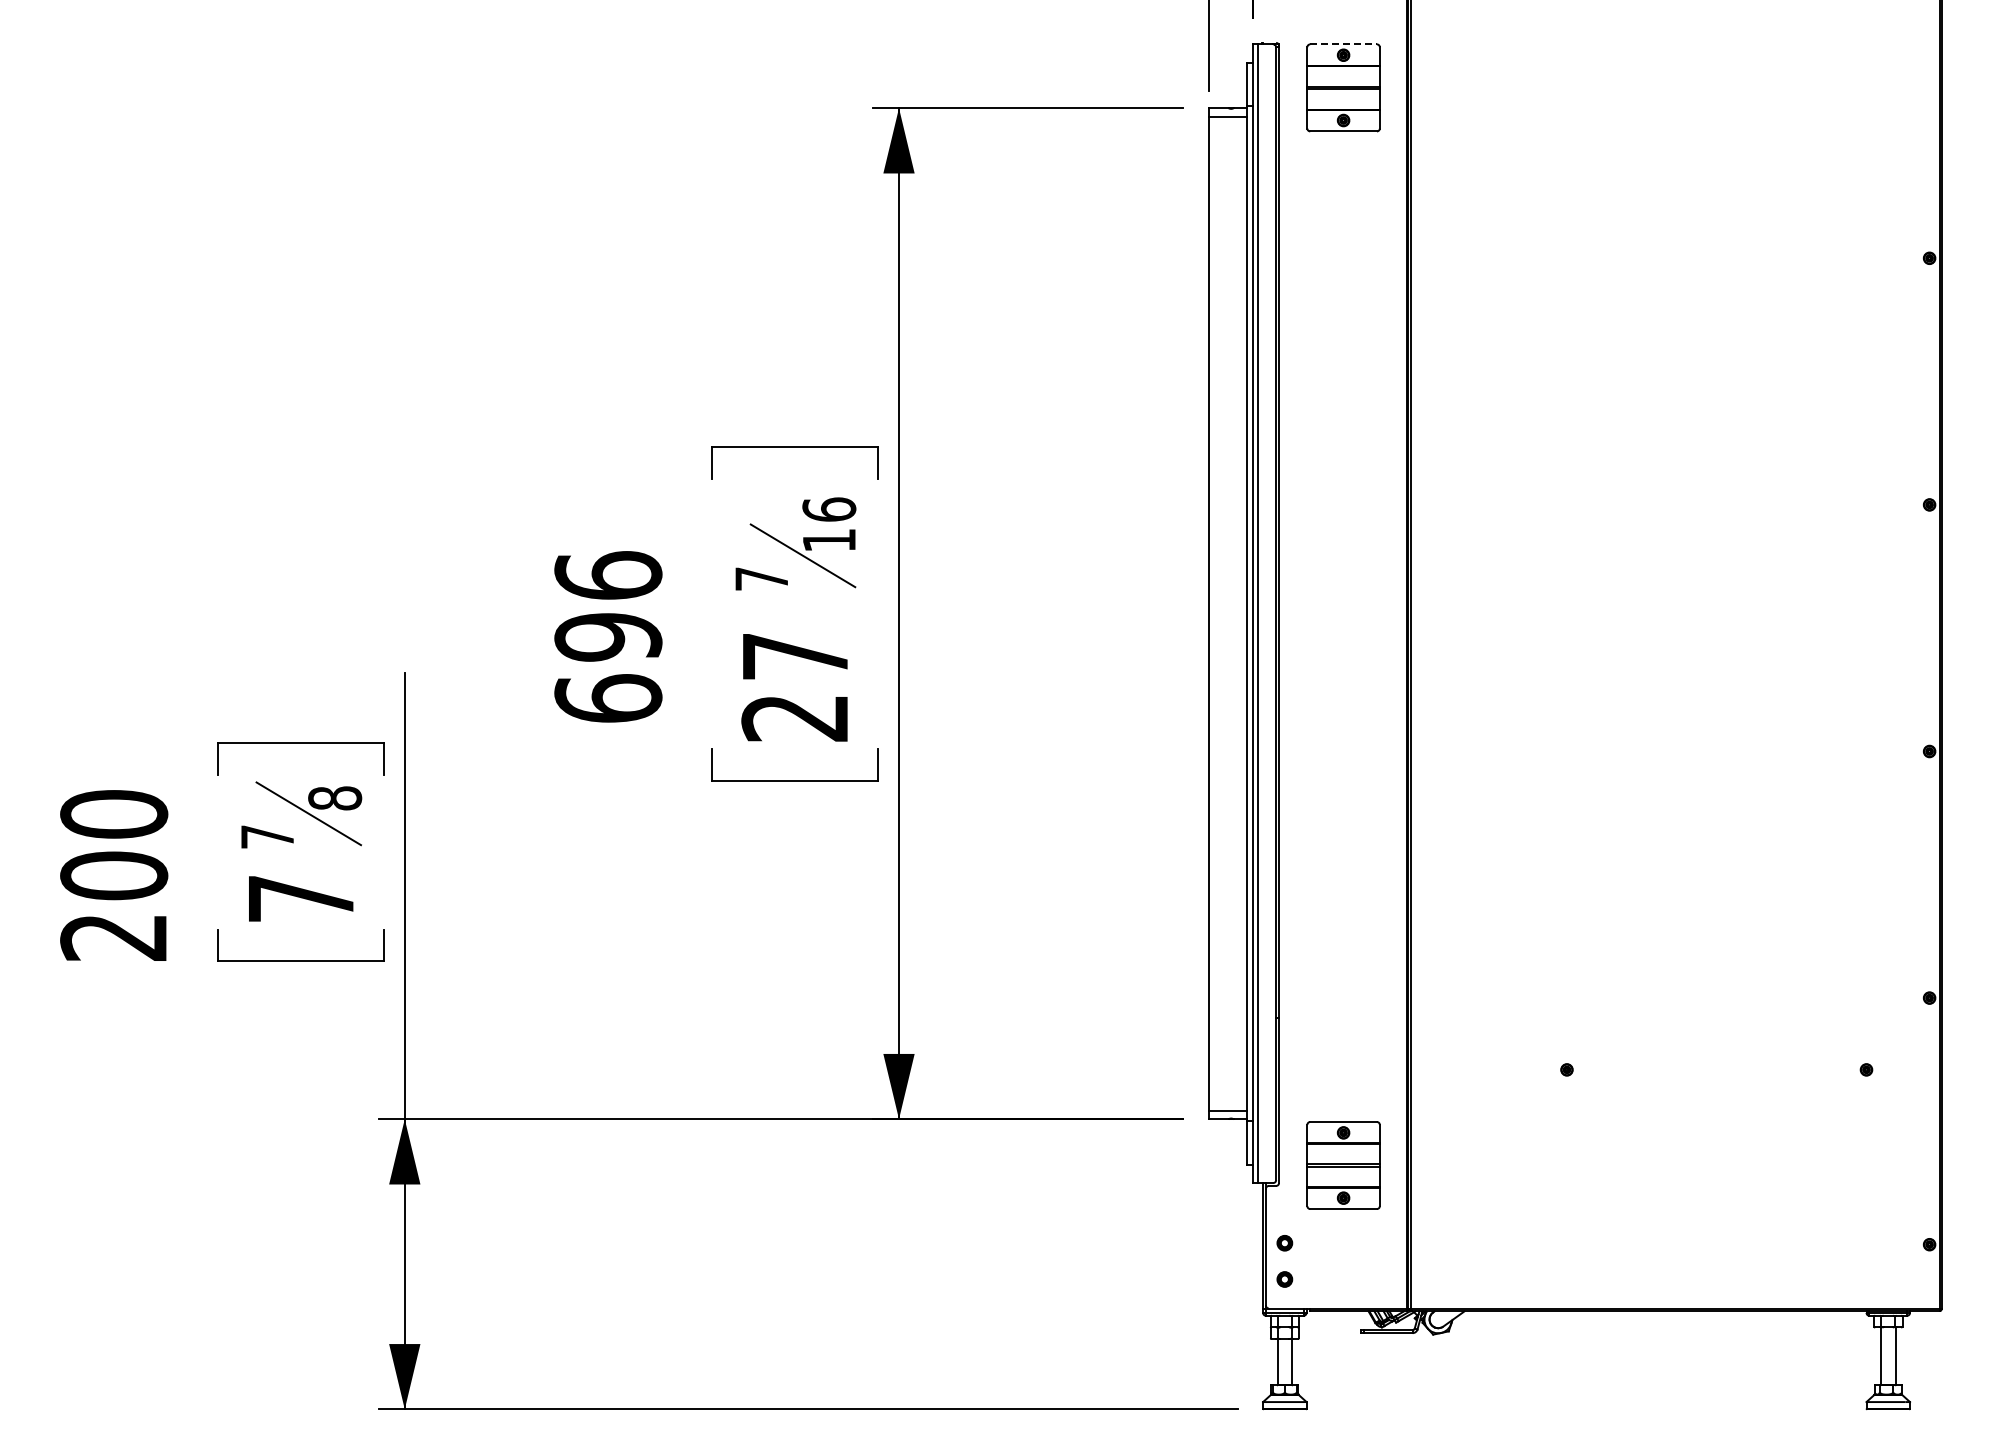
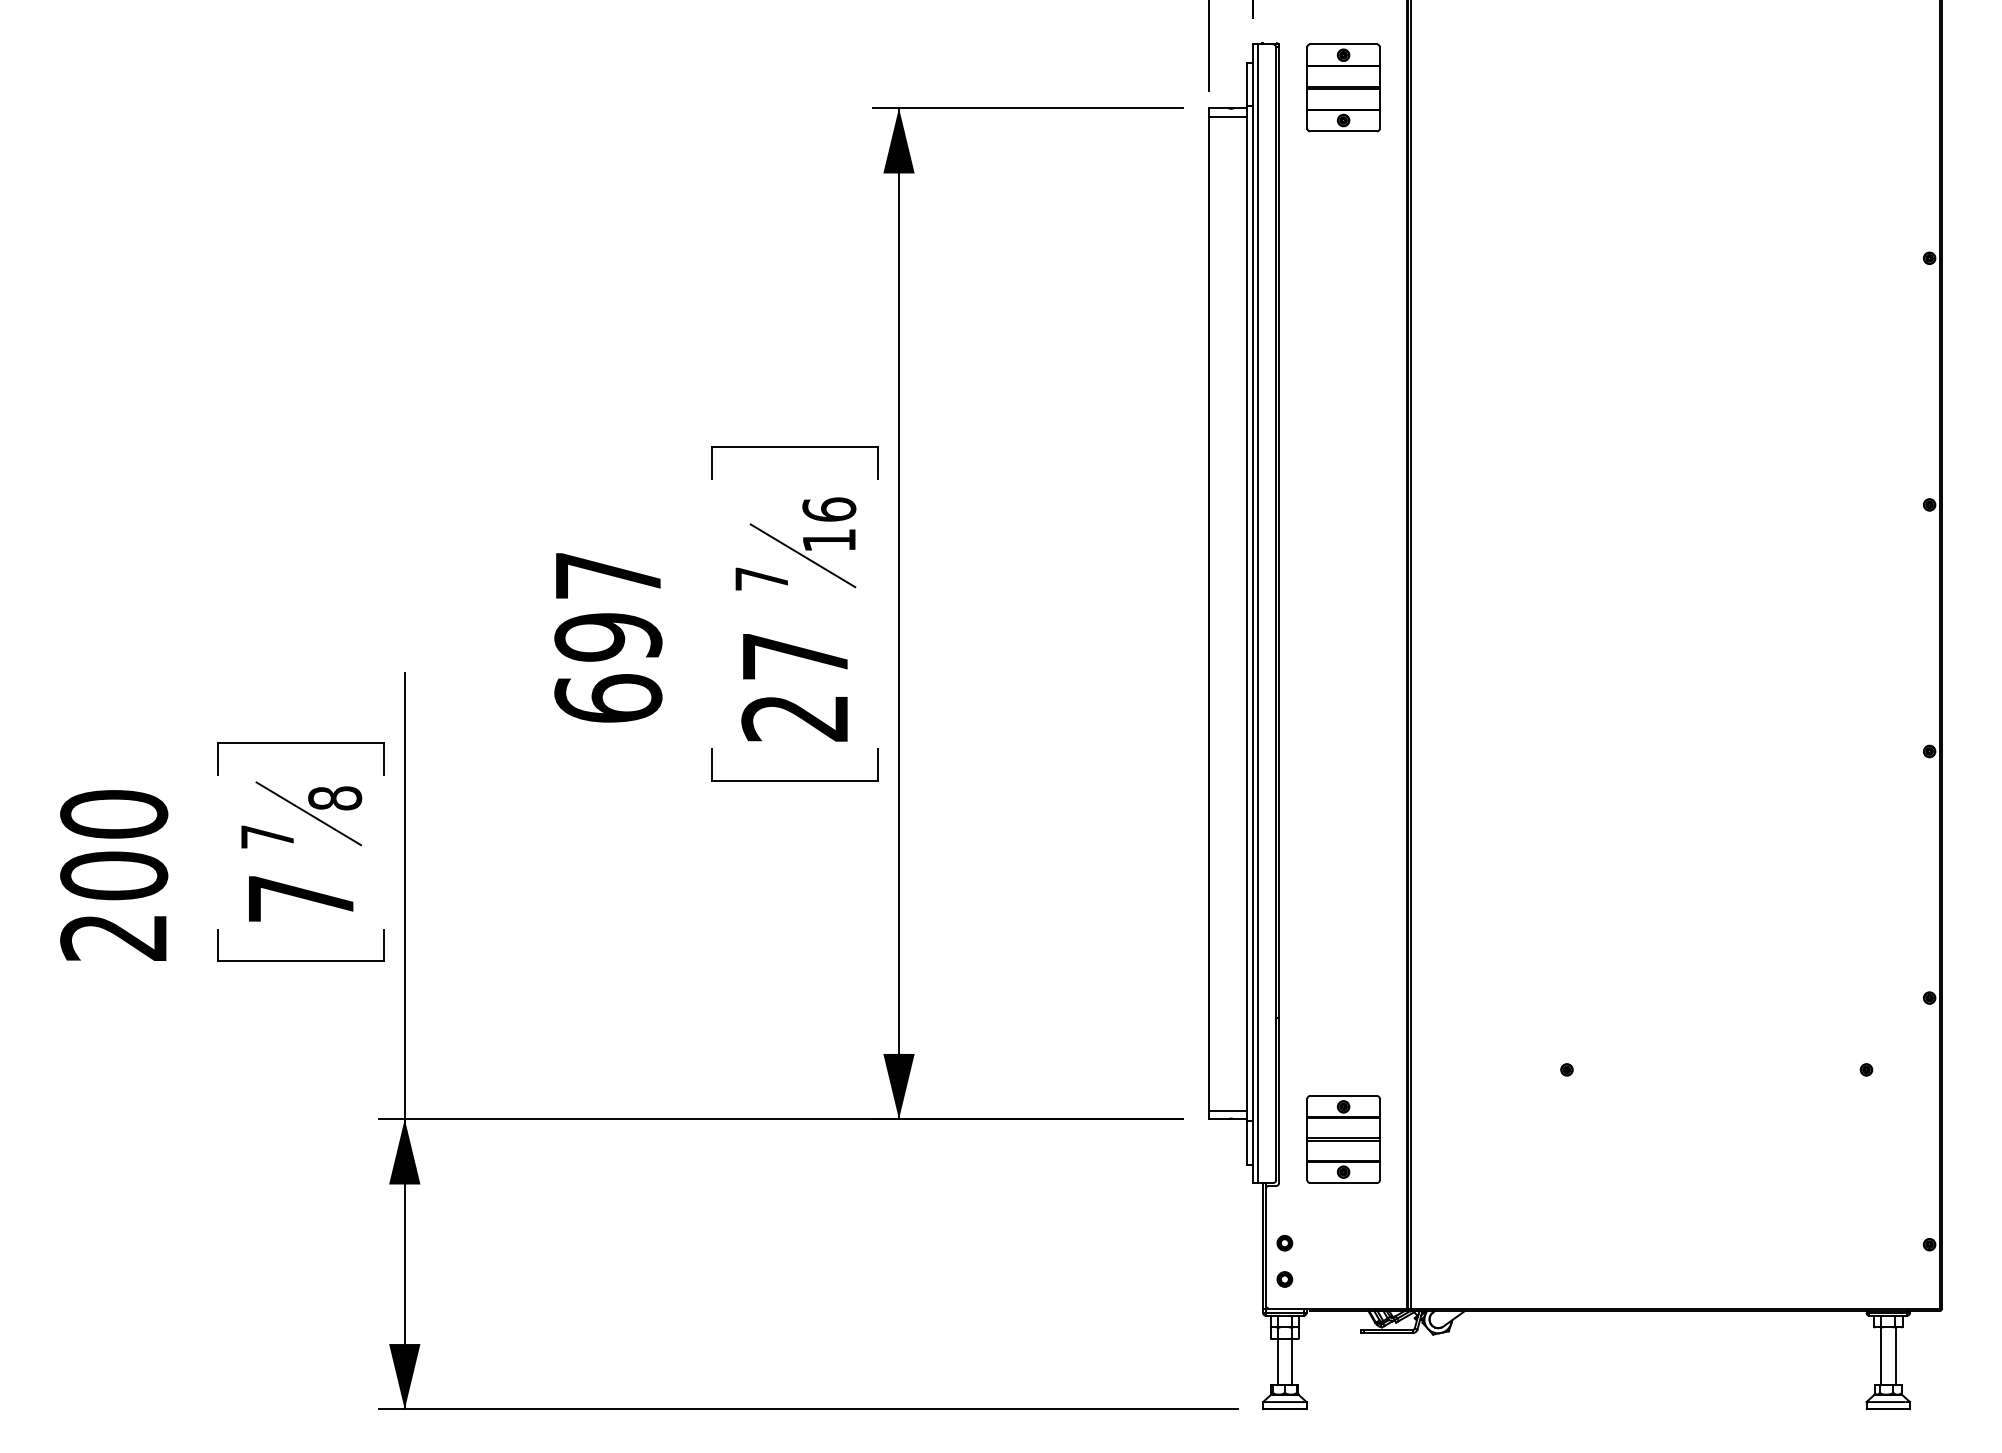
line at (1344, 44): dashed -> solid
text at (608, 575): 696 -> 697
part at (1343, 1165) position: (1343, 1165) -> (1343, 1139)
